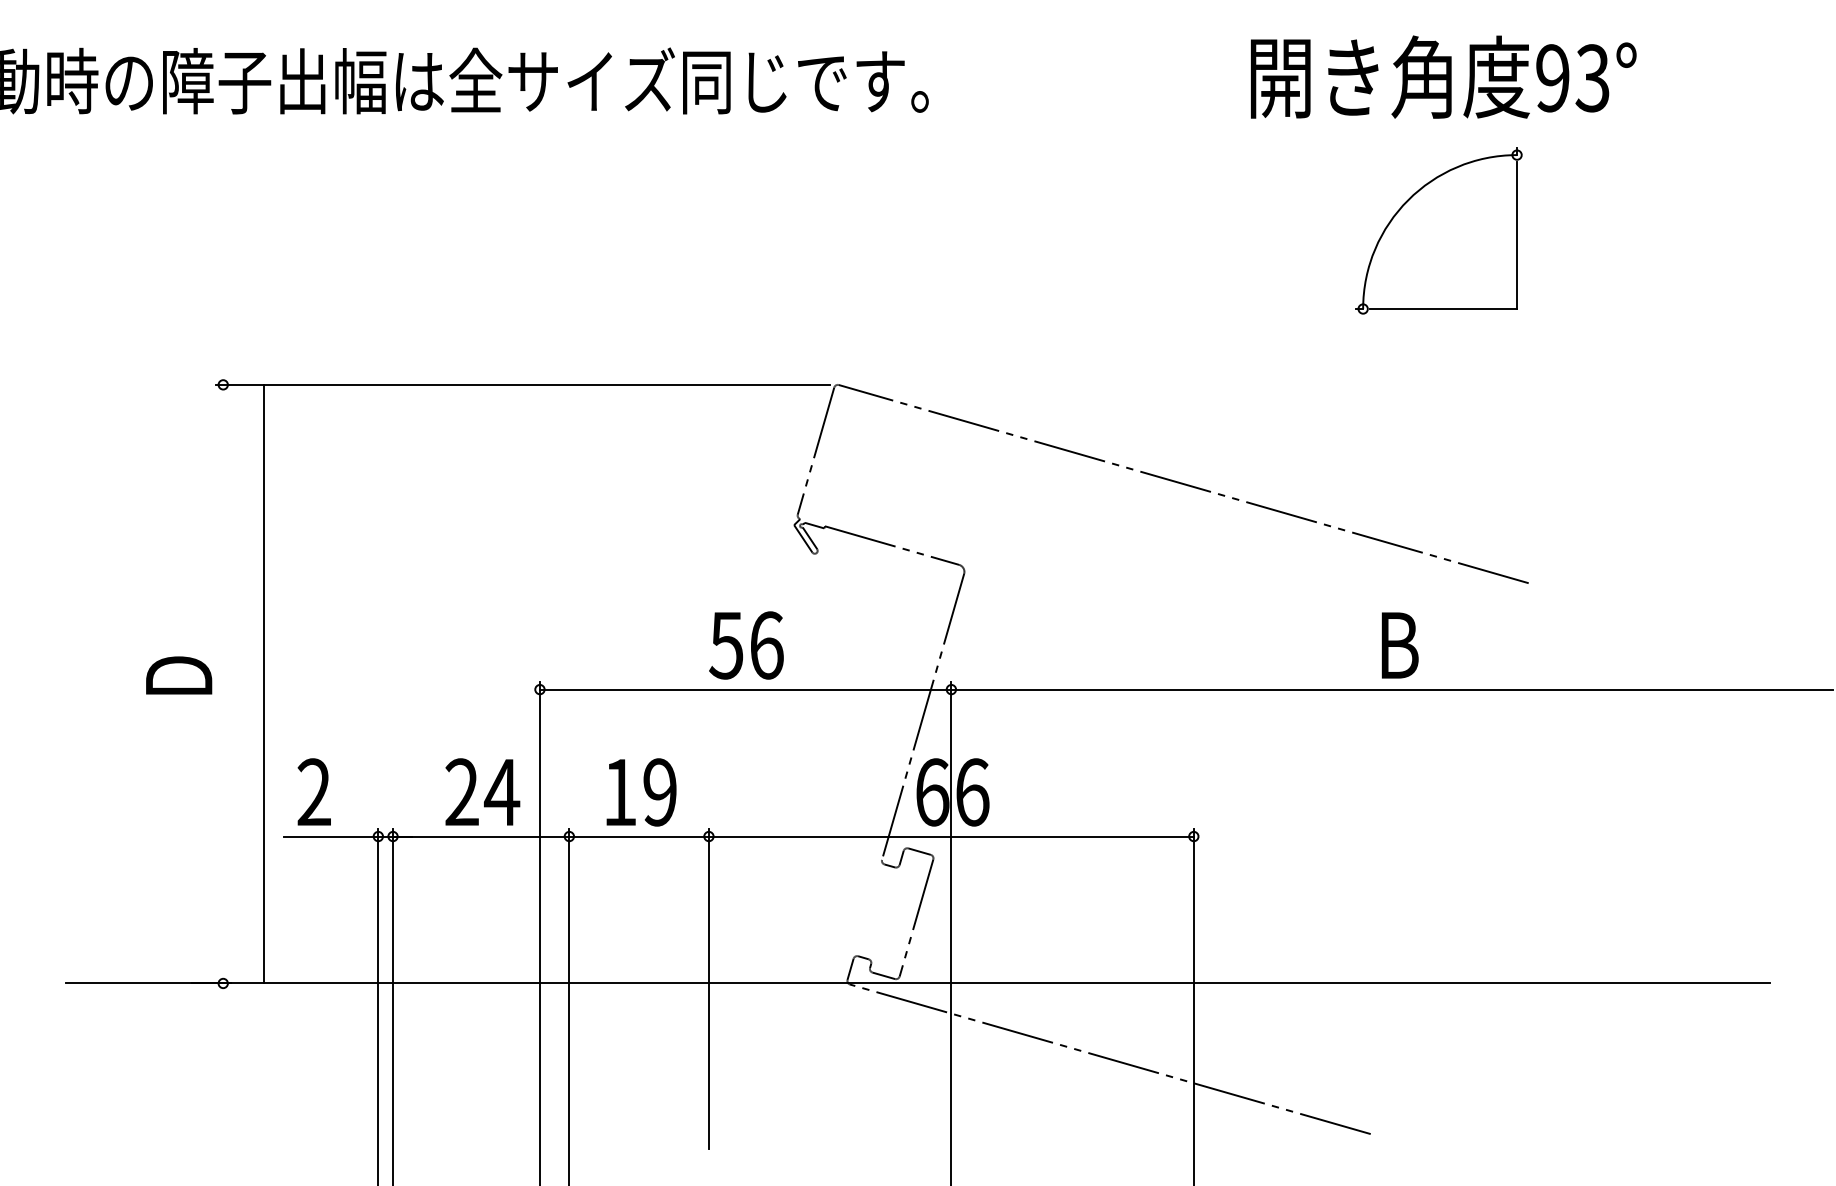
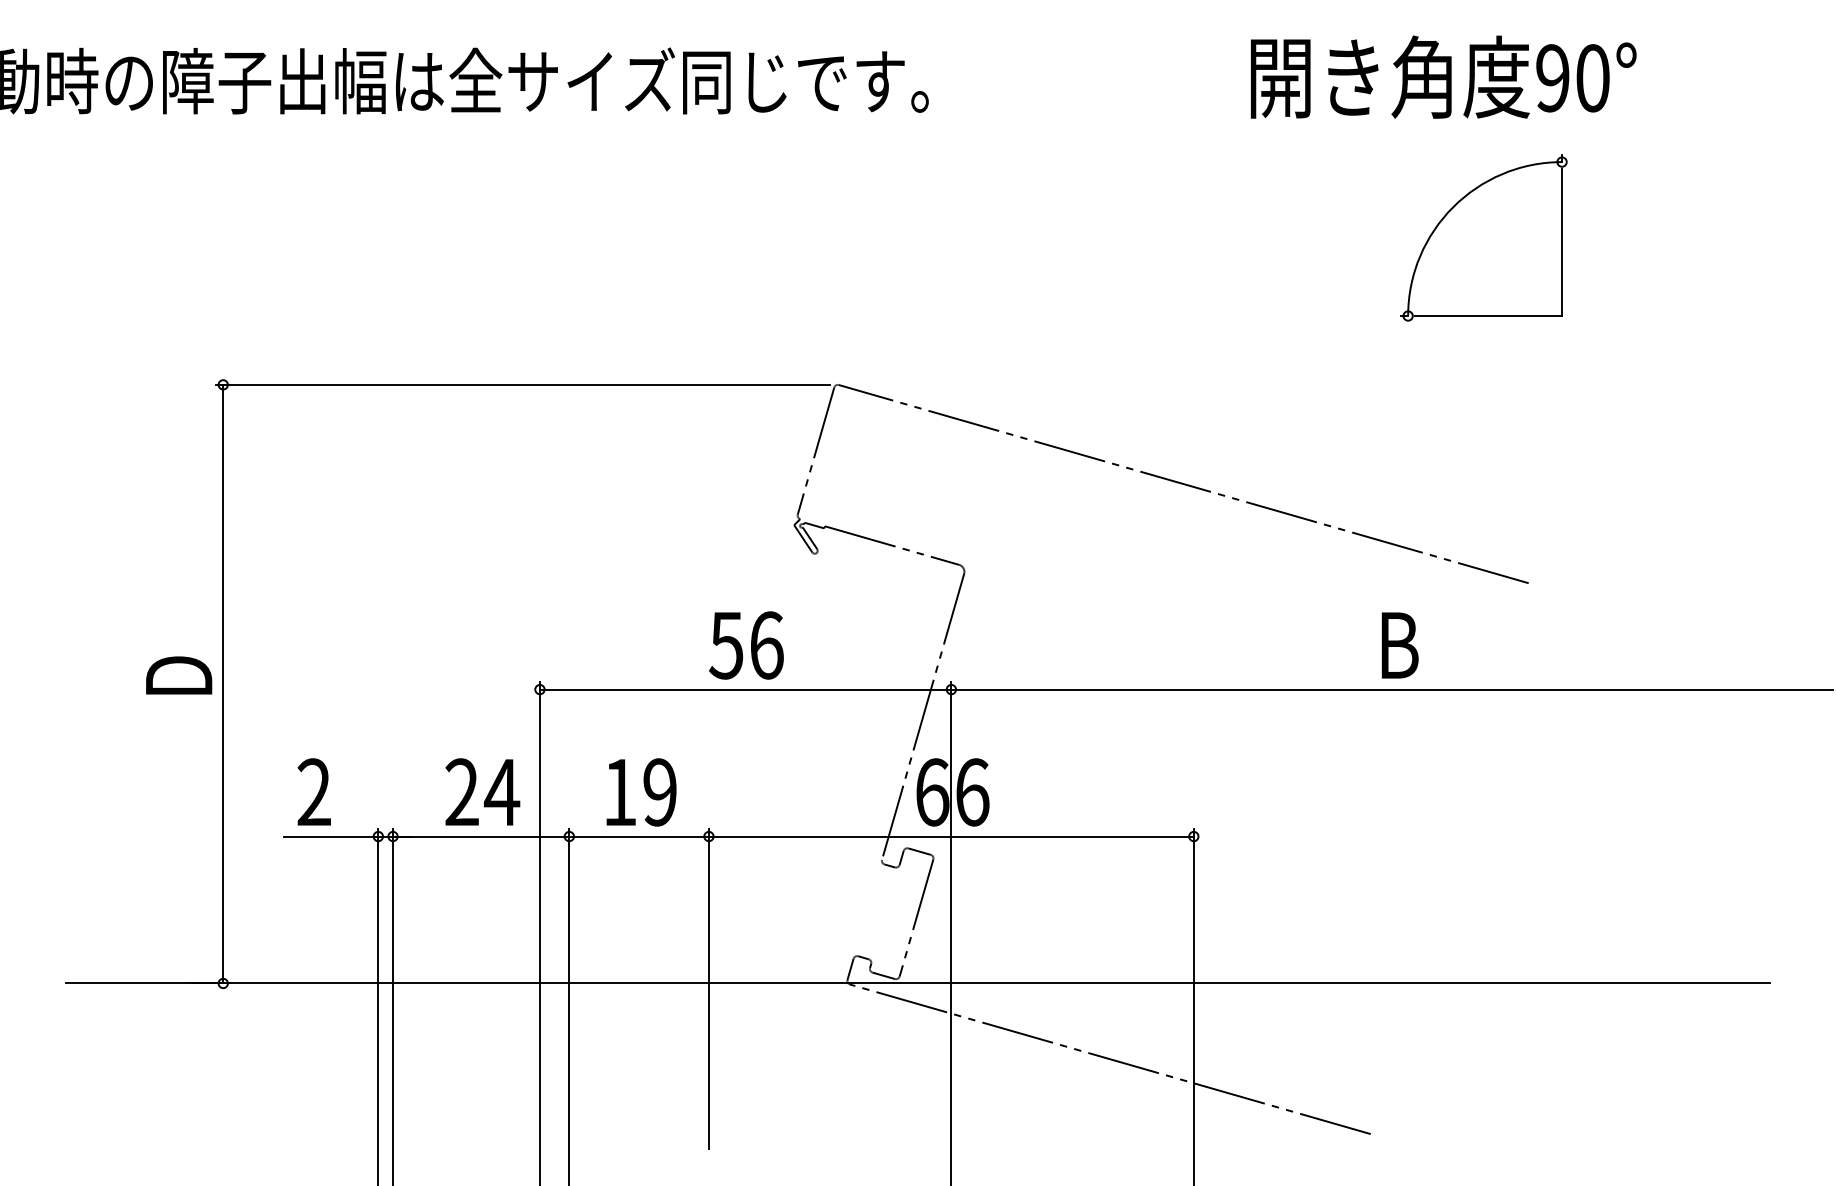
text at (1592, 78): 93° -> 90°
part at (1438, 230) position: (1438, 230) -> (1483, 237)
line at (264, 683) position: (264, 683) -> (223, 683)
